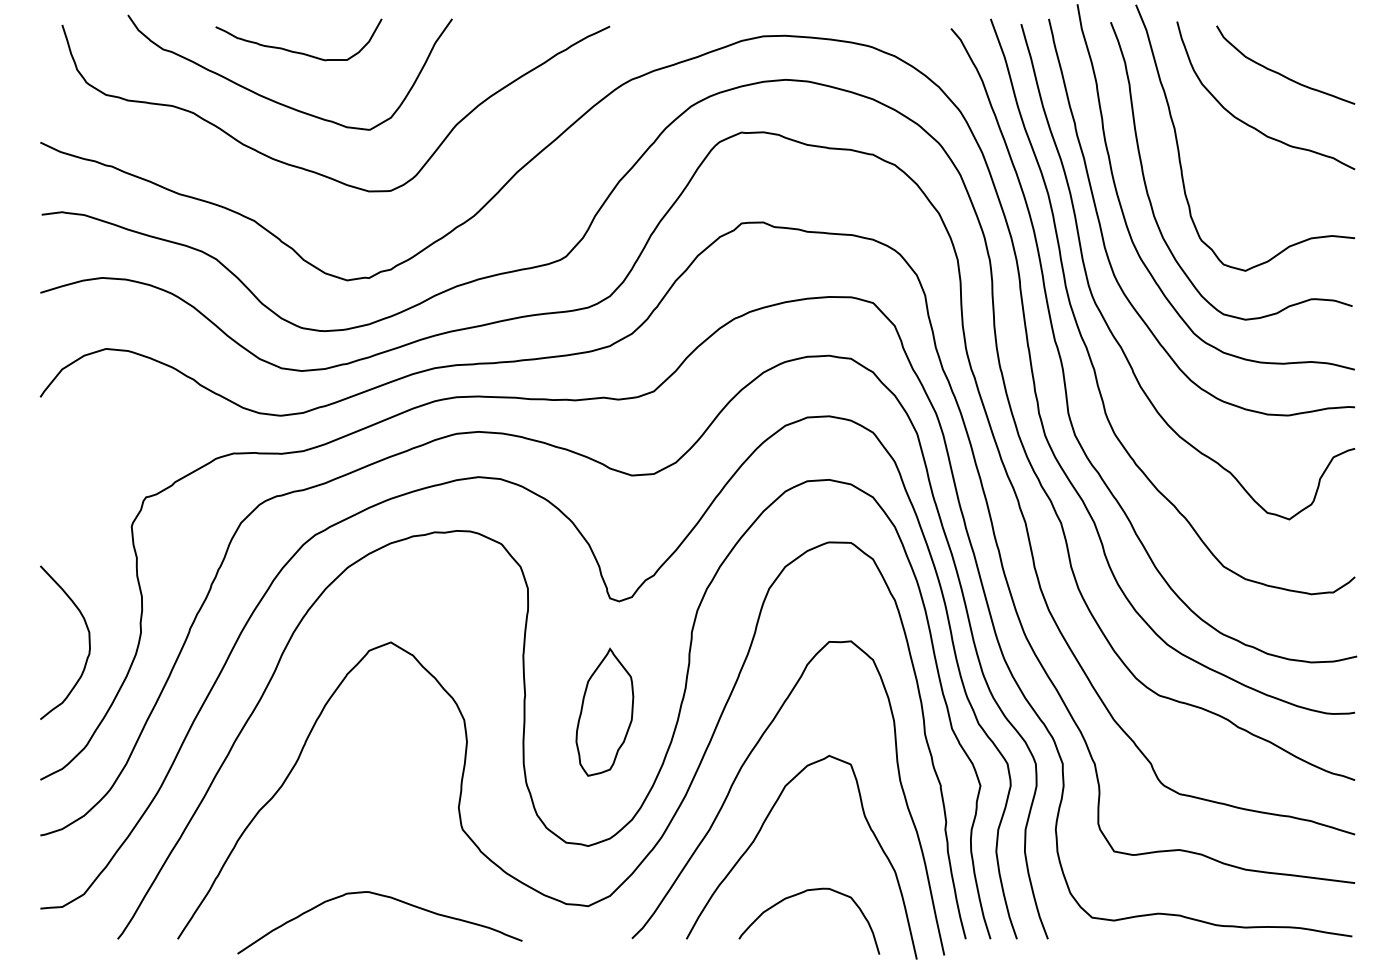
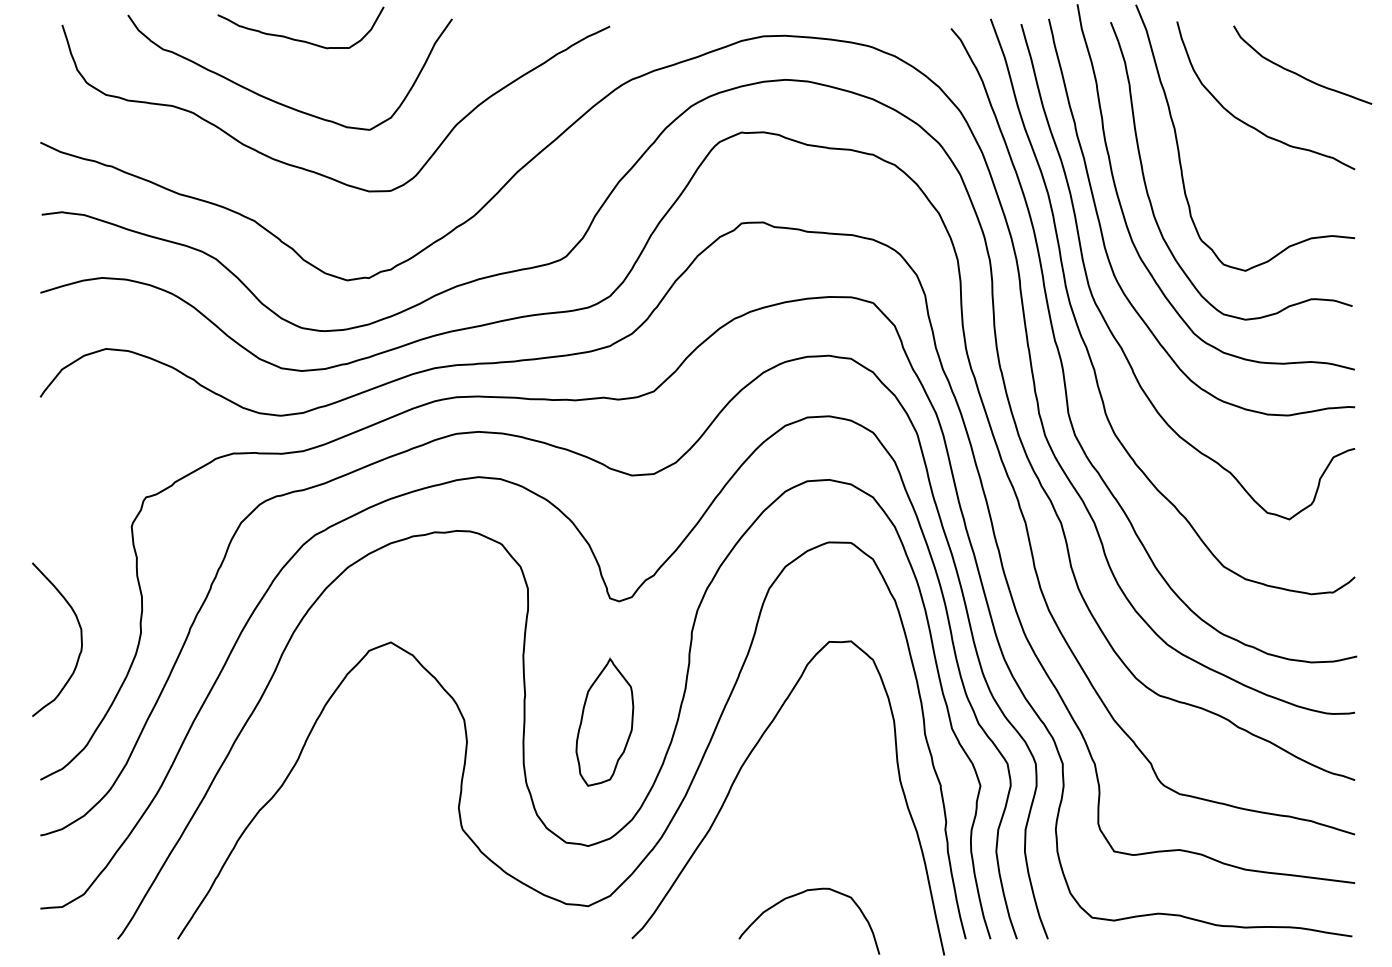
curve at (297, 51) position: (297, 51) -> (299, 39)
curve at (1281, 73) position: (1281, 73) -> (1298, 73)
curve at (88, 642) position: (88, 642) -> (80, 639)
part at (604, 711) position: (604, 711) -> (604, 721)
curve at (759, 833): present -> none
curve at (385, 897): present -> none
